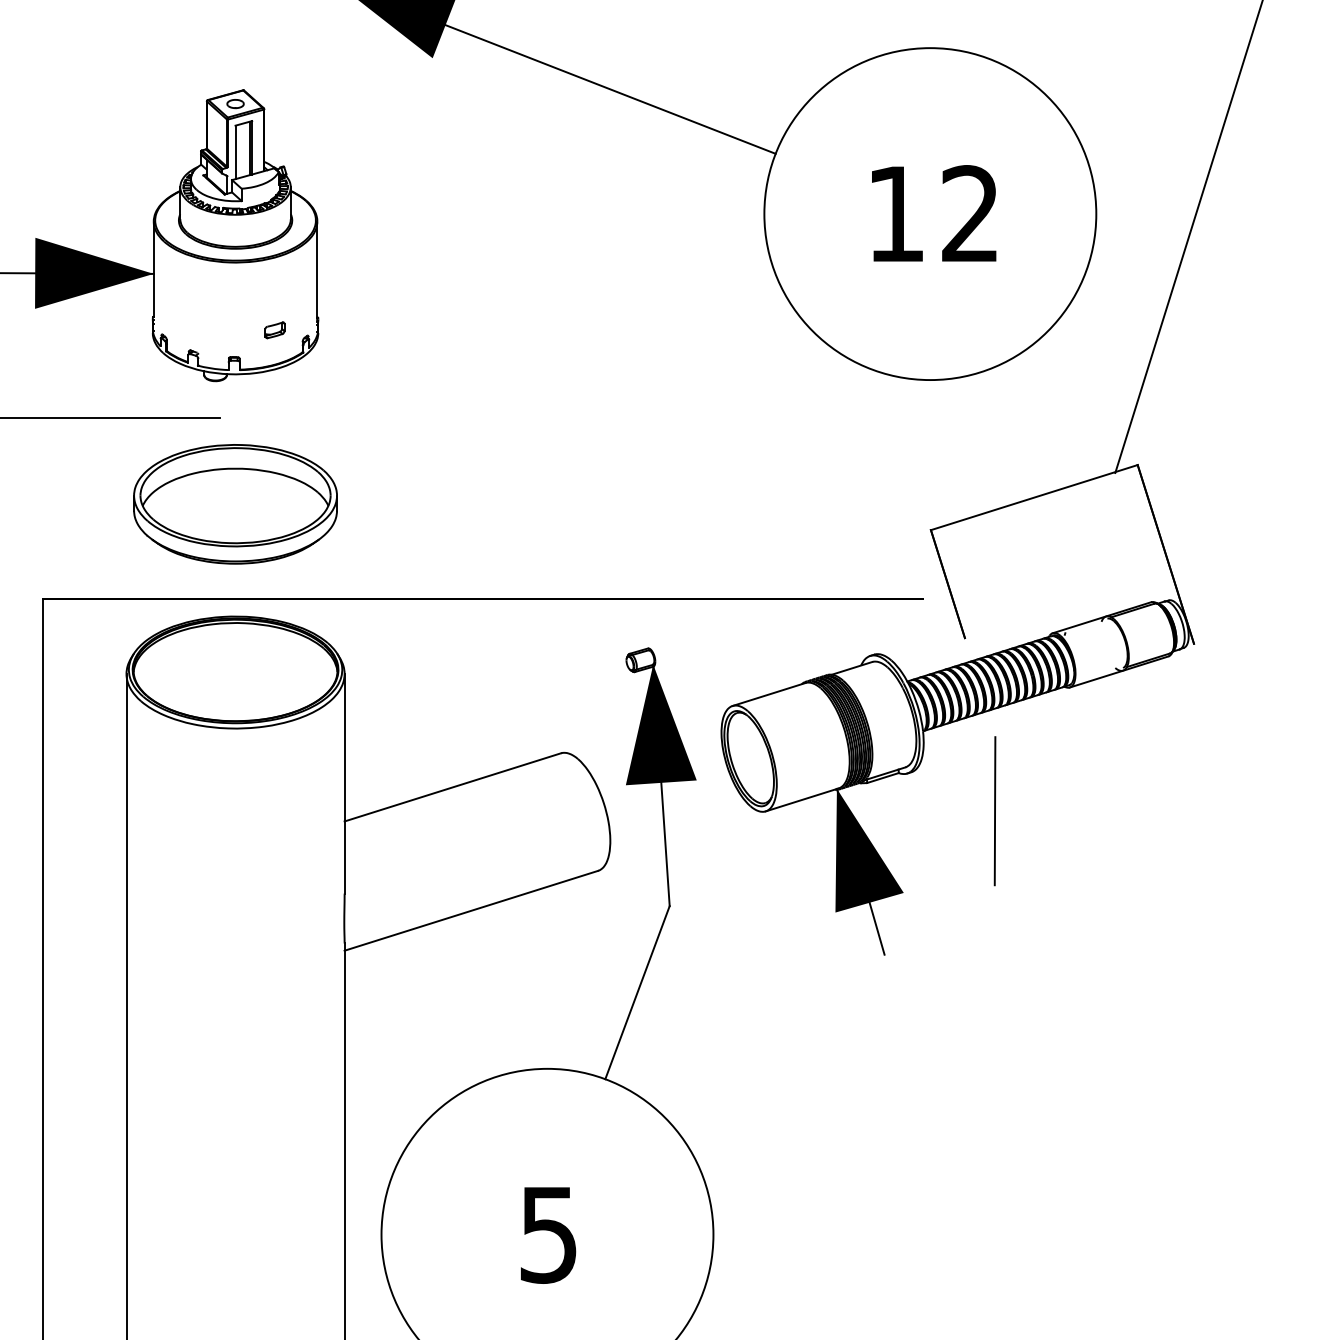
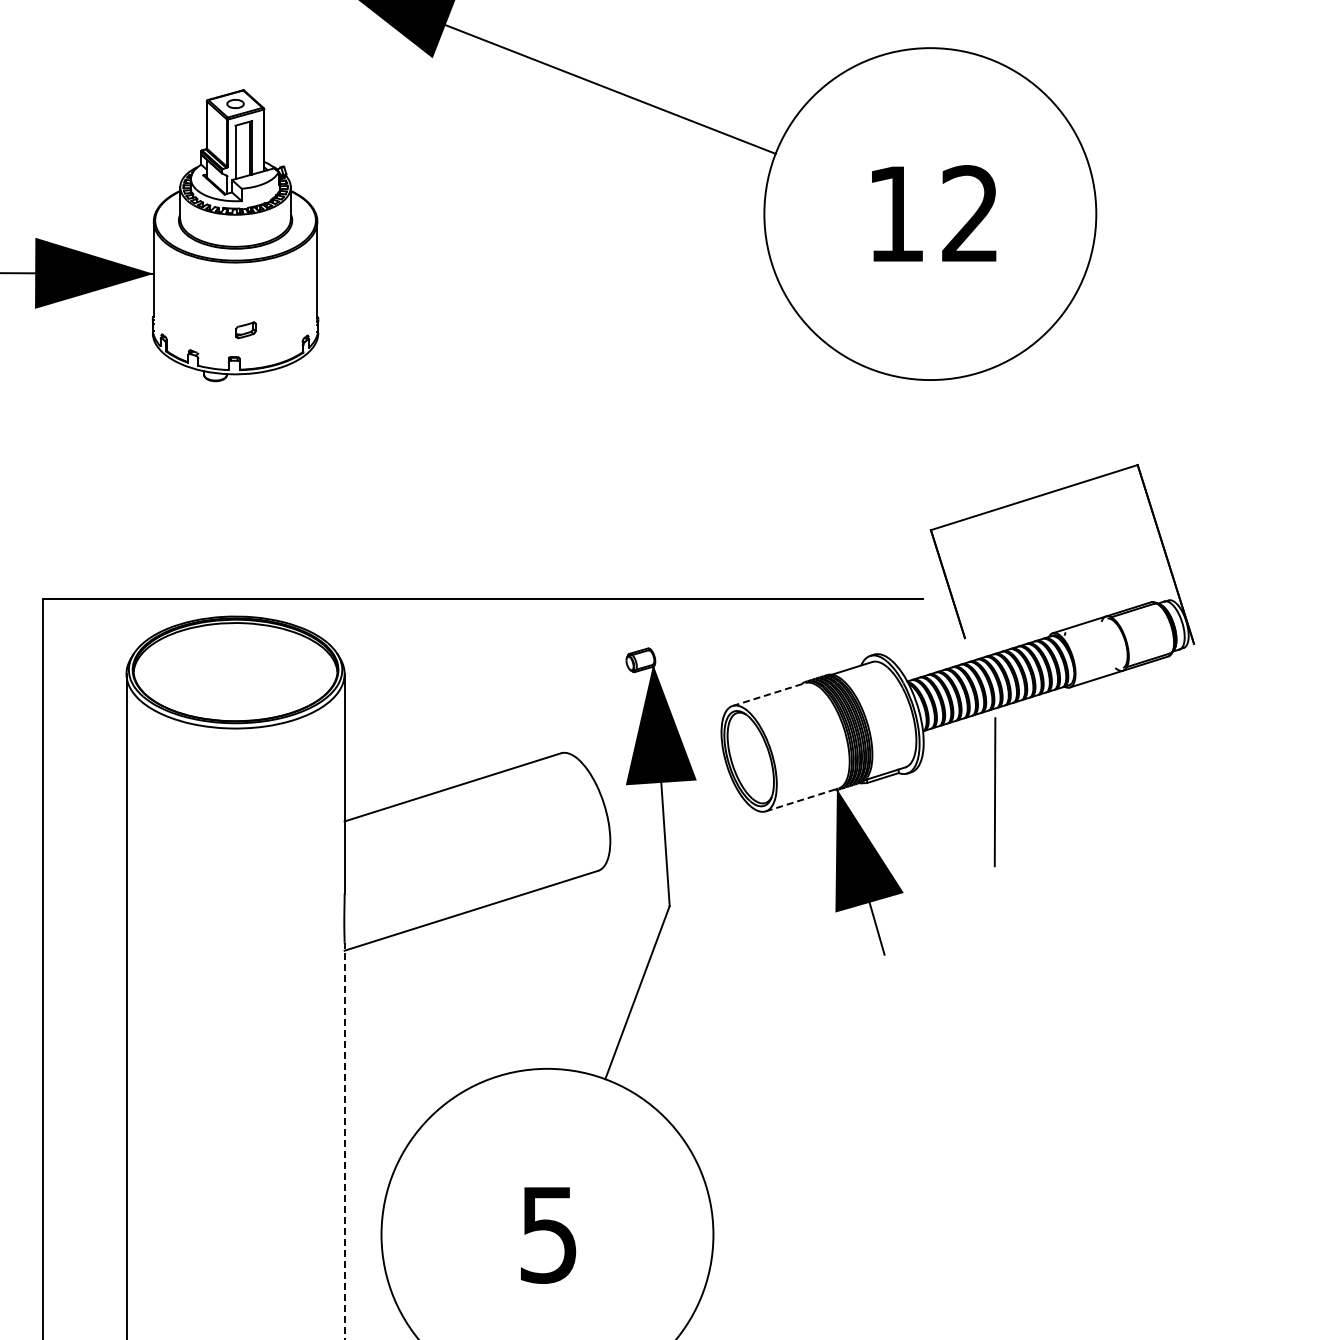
line at (1188, 237): present -> none
part at (274, 330) position: (274, 330) -> (245, 330)
line at (111, 417): present -> none
part at (235, 504): present -> none
line at (769, 694): solid -> dashed
line at (802, 799): solid -> dashed
line at (994, 811) position: (994, 811) -> (994, 792)
line at (344, 1141): solid -> dashed
